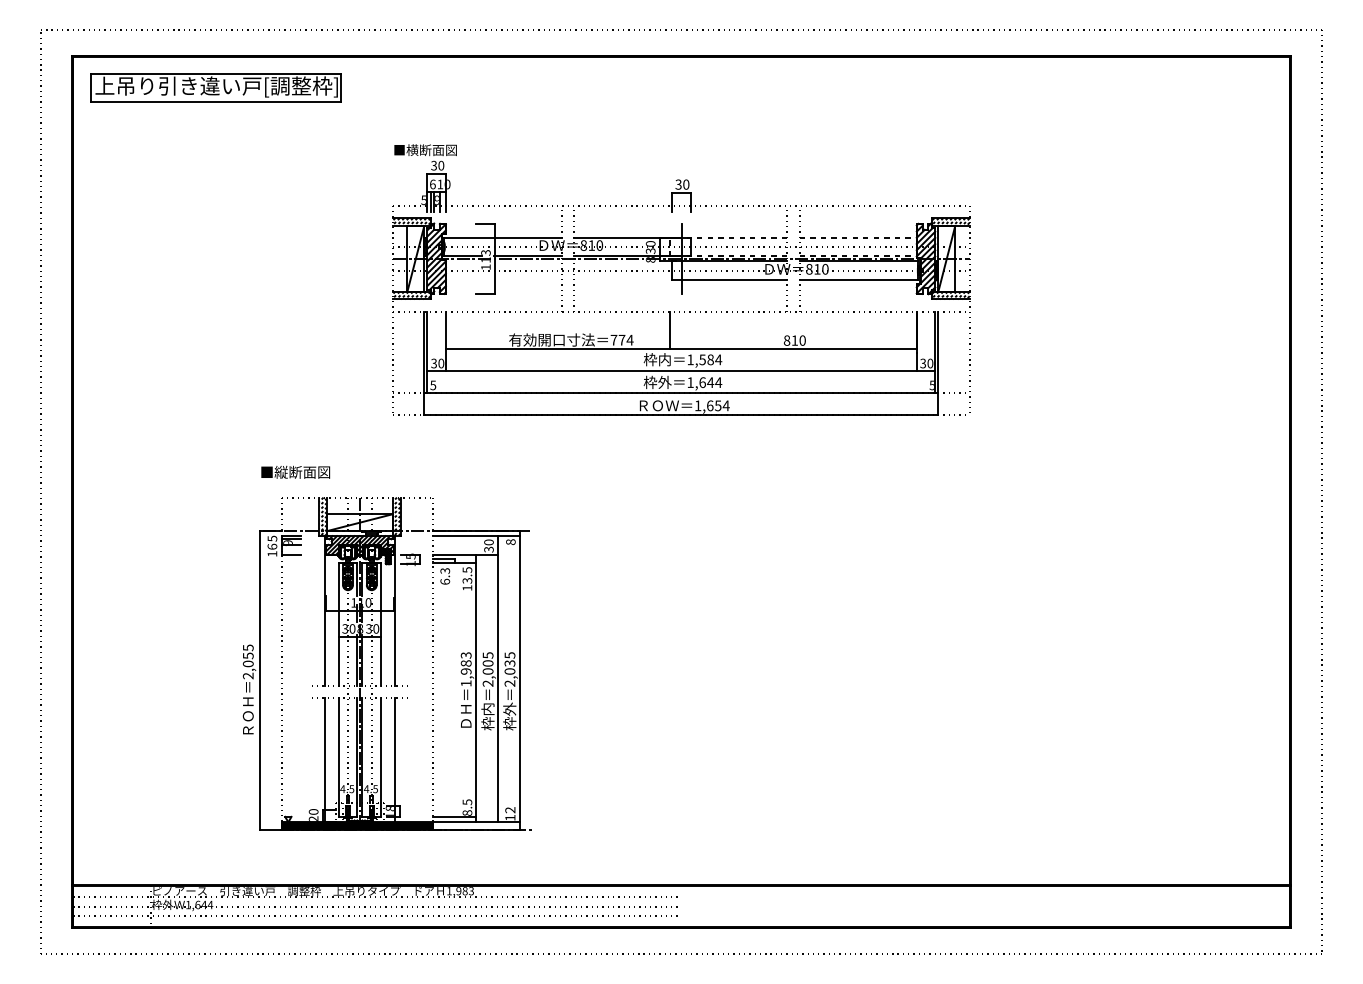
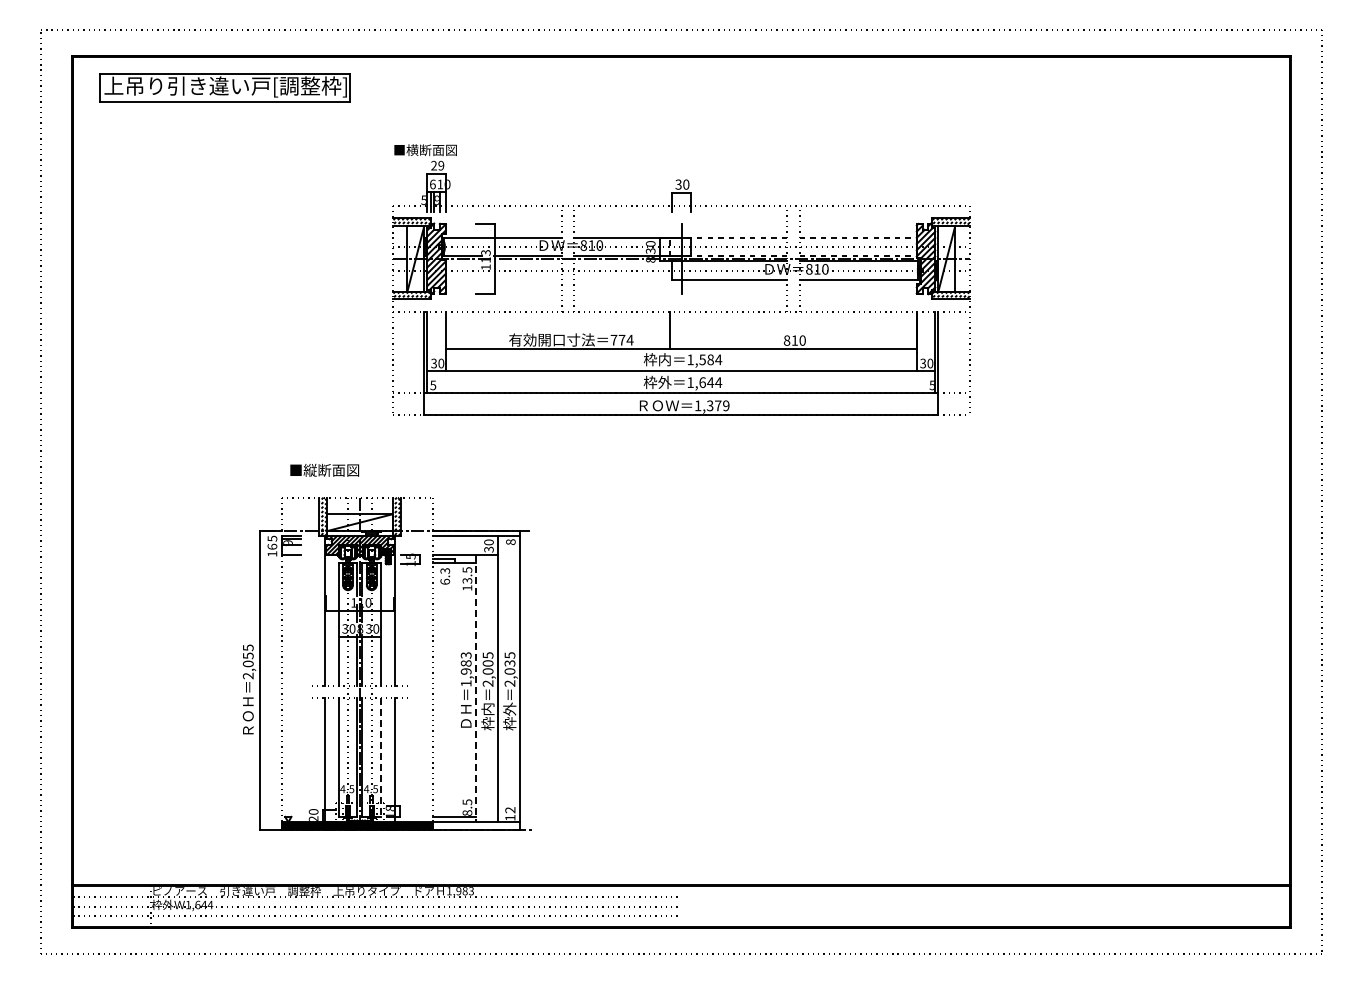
part at (215, 87) position: (215, 87) -> (224, 87)
text at (437, 165): 30 -> 29
text at (717, 405): 1,654 -> 1,379
text at (295, 471) position: (295, 471) -> (324, 469)
line at (476, 688): solid -> dashed
line at (381, 757): solid -> dashed
